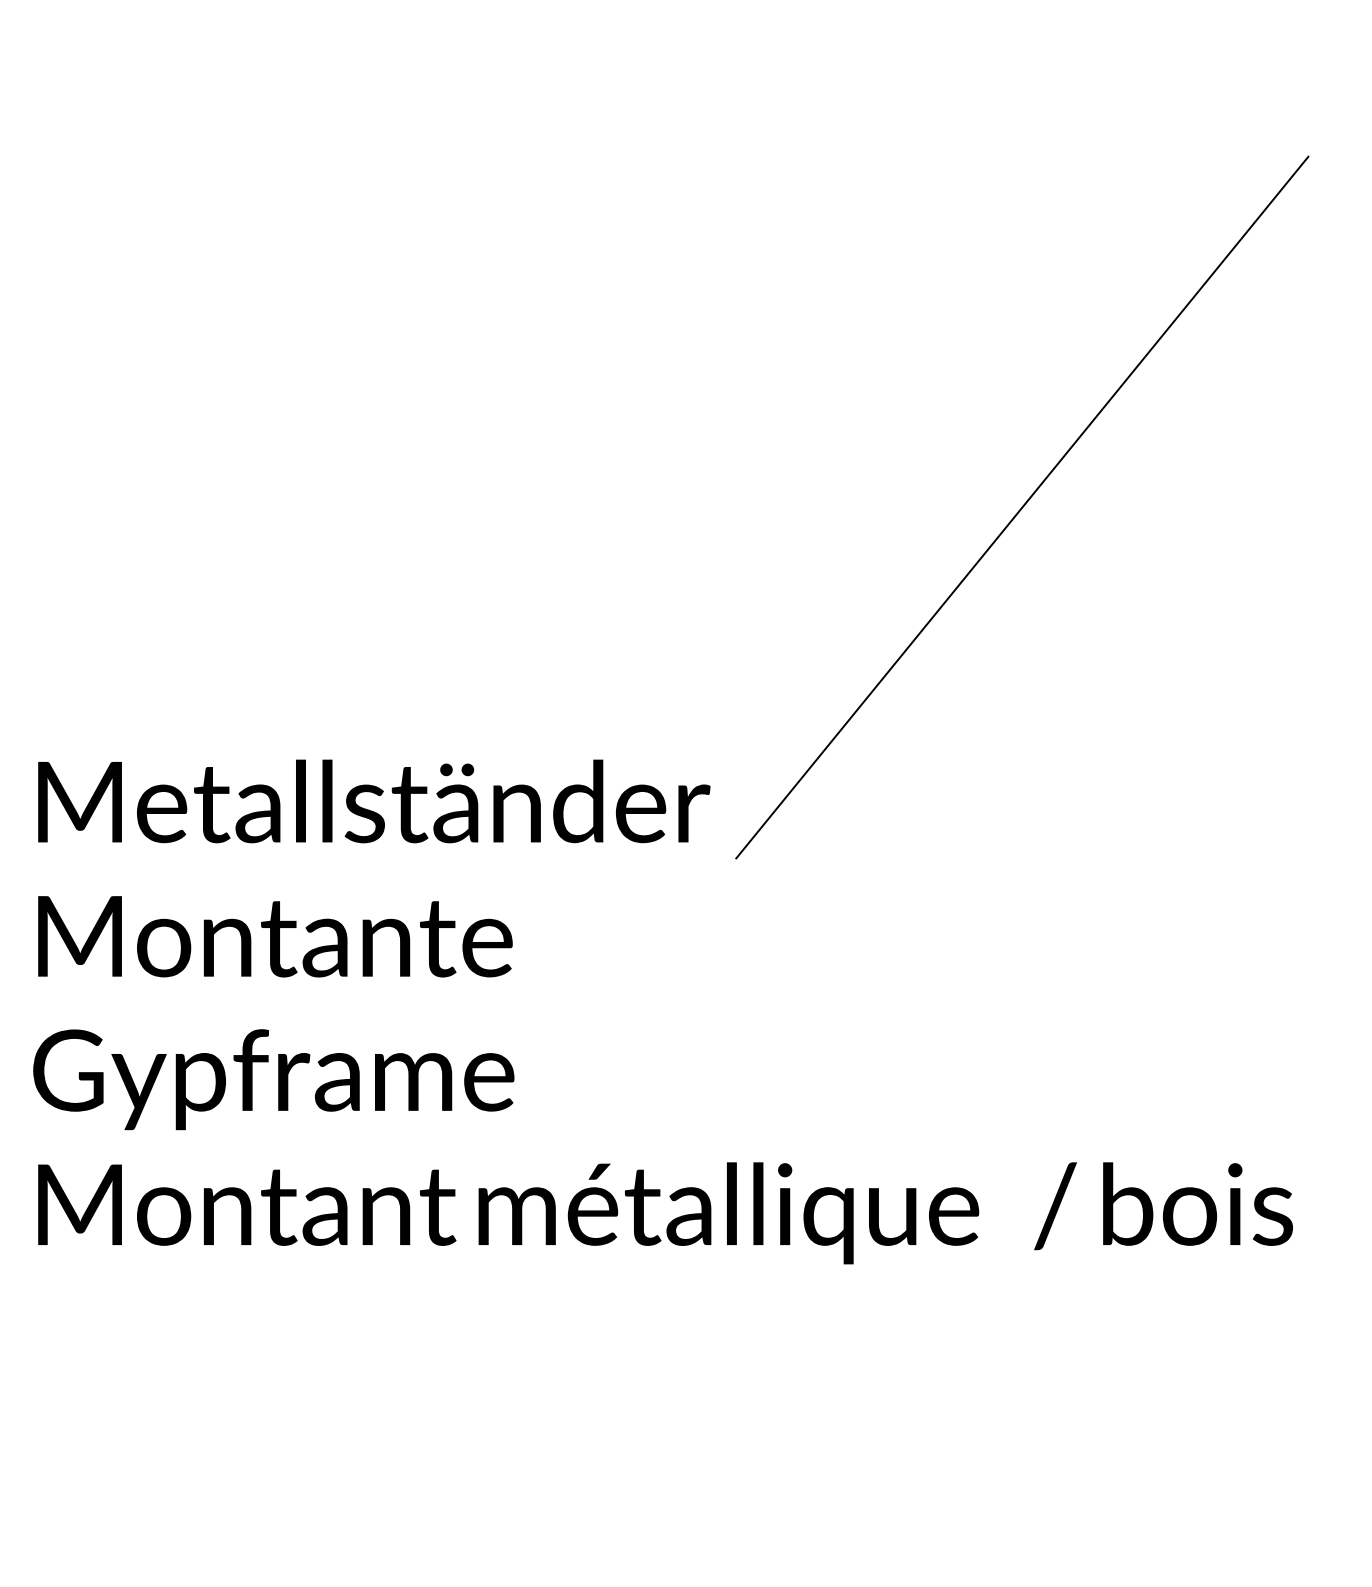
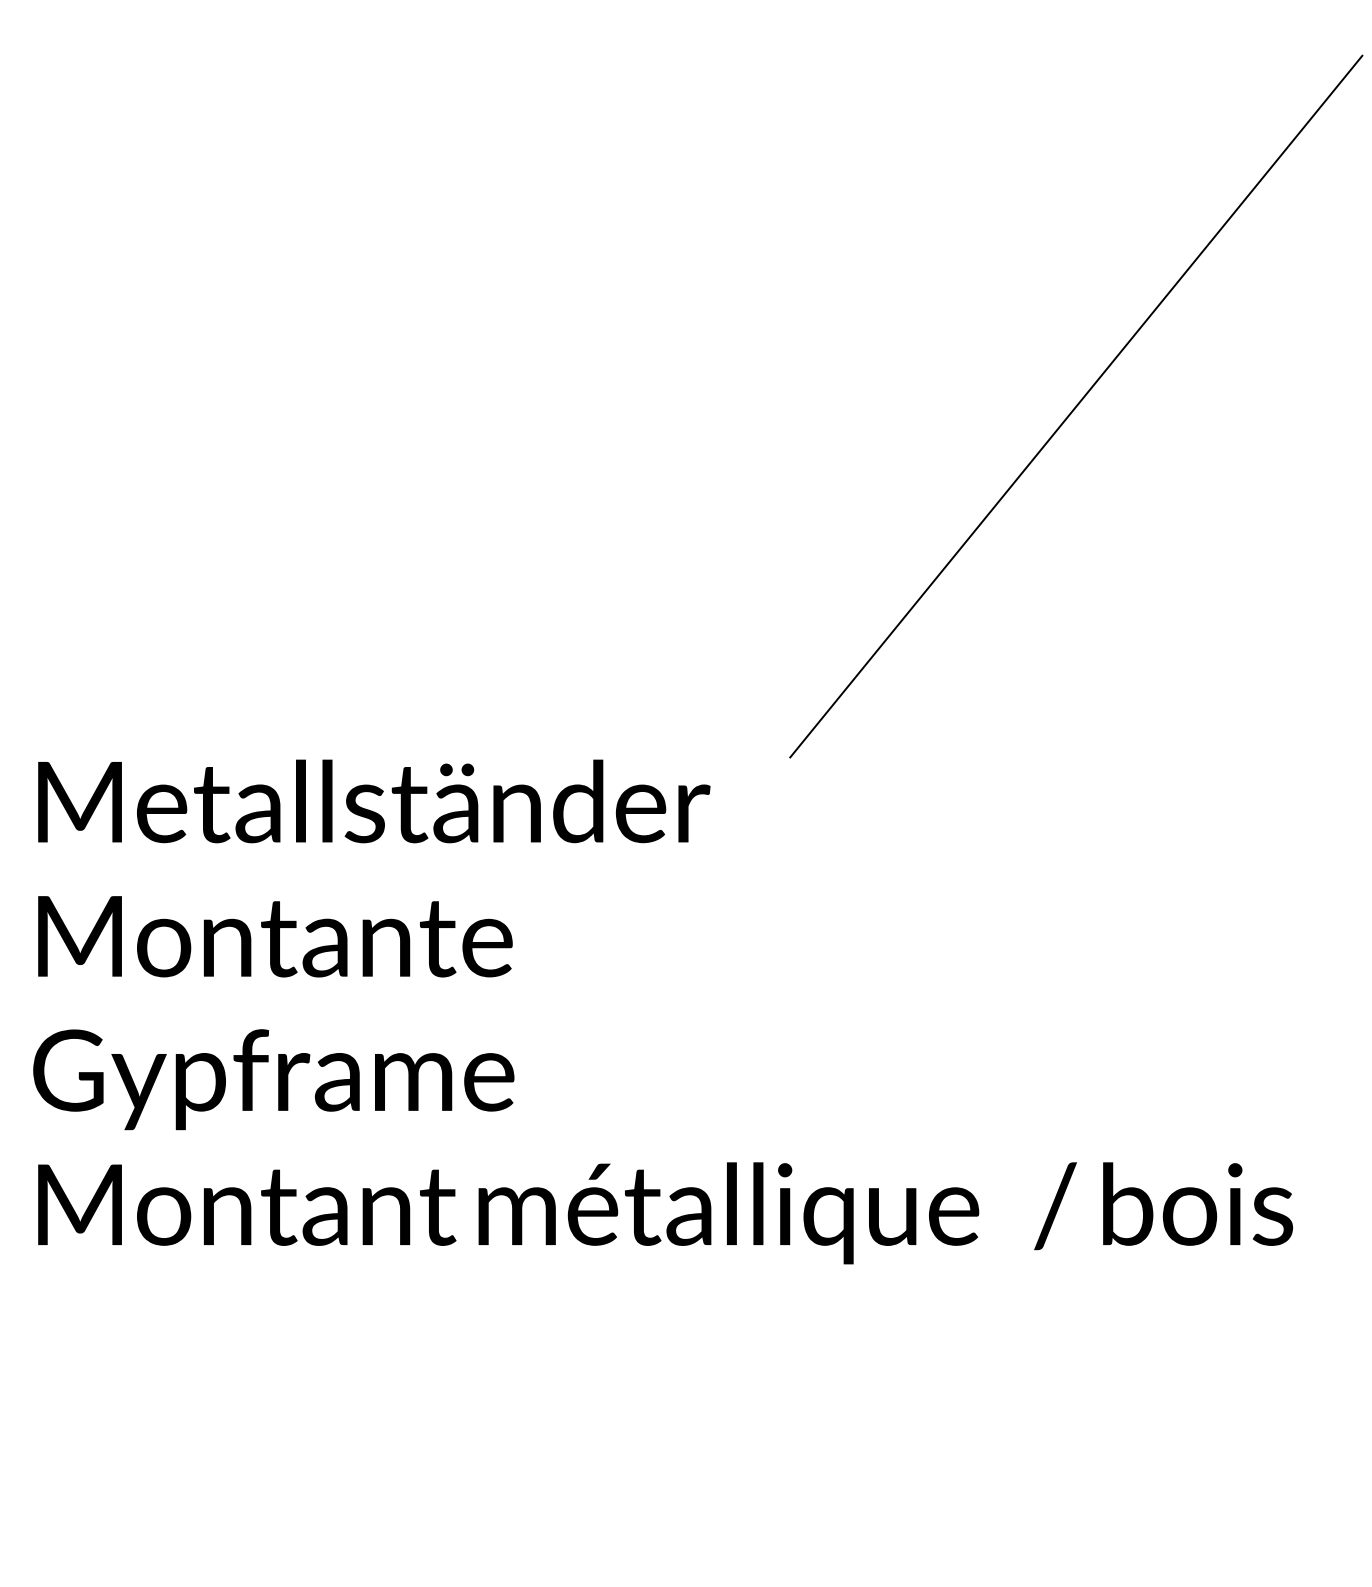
line at (1022, 507) position: (1022, 507) -> (1076, 406)
